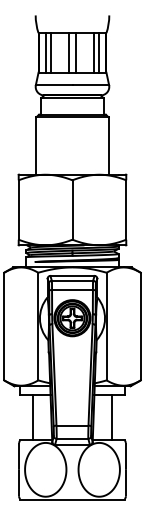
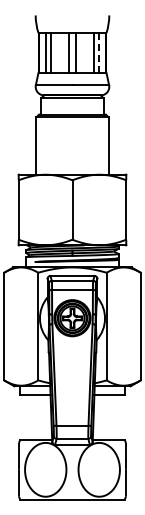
line at (98, 52): solid -> dashed
line at (33, 417): present -> none
line at (111, 417): present -> none
